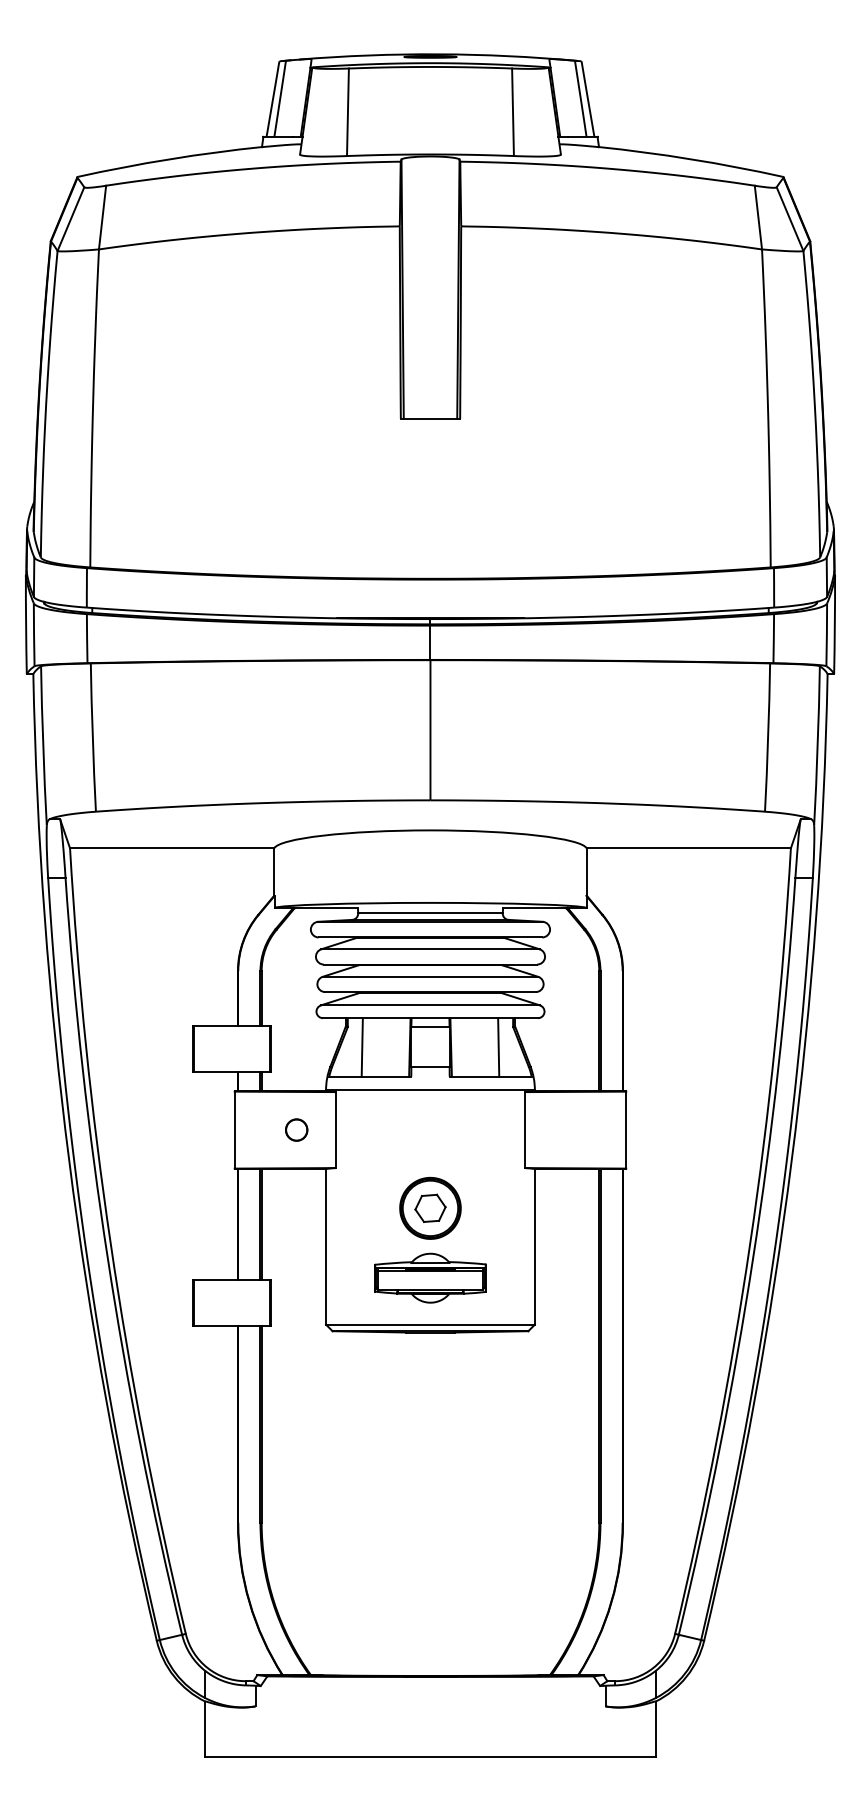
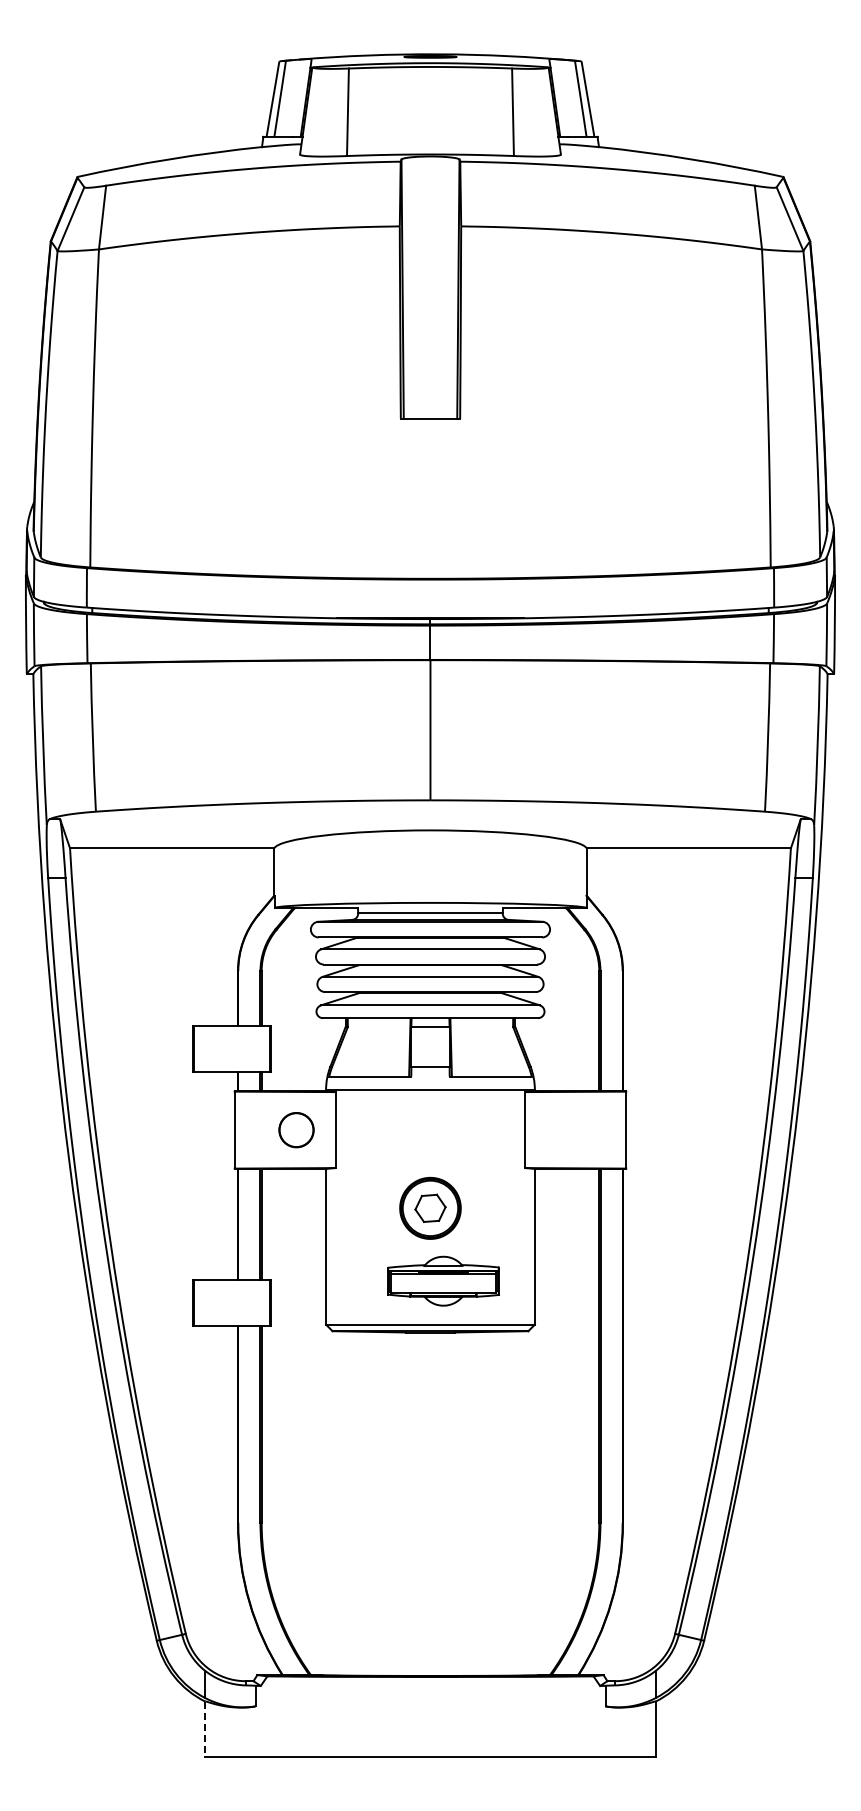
line at (361, 1047): present -> none
line at (498, 1047): present -> none
circle at (296, 1129) size: 24x24 px -> 37x37 px
part at (430, 1277) position: (430, 1277) -> (443, 1280)
line at (205, 1729): solid -> dashed
